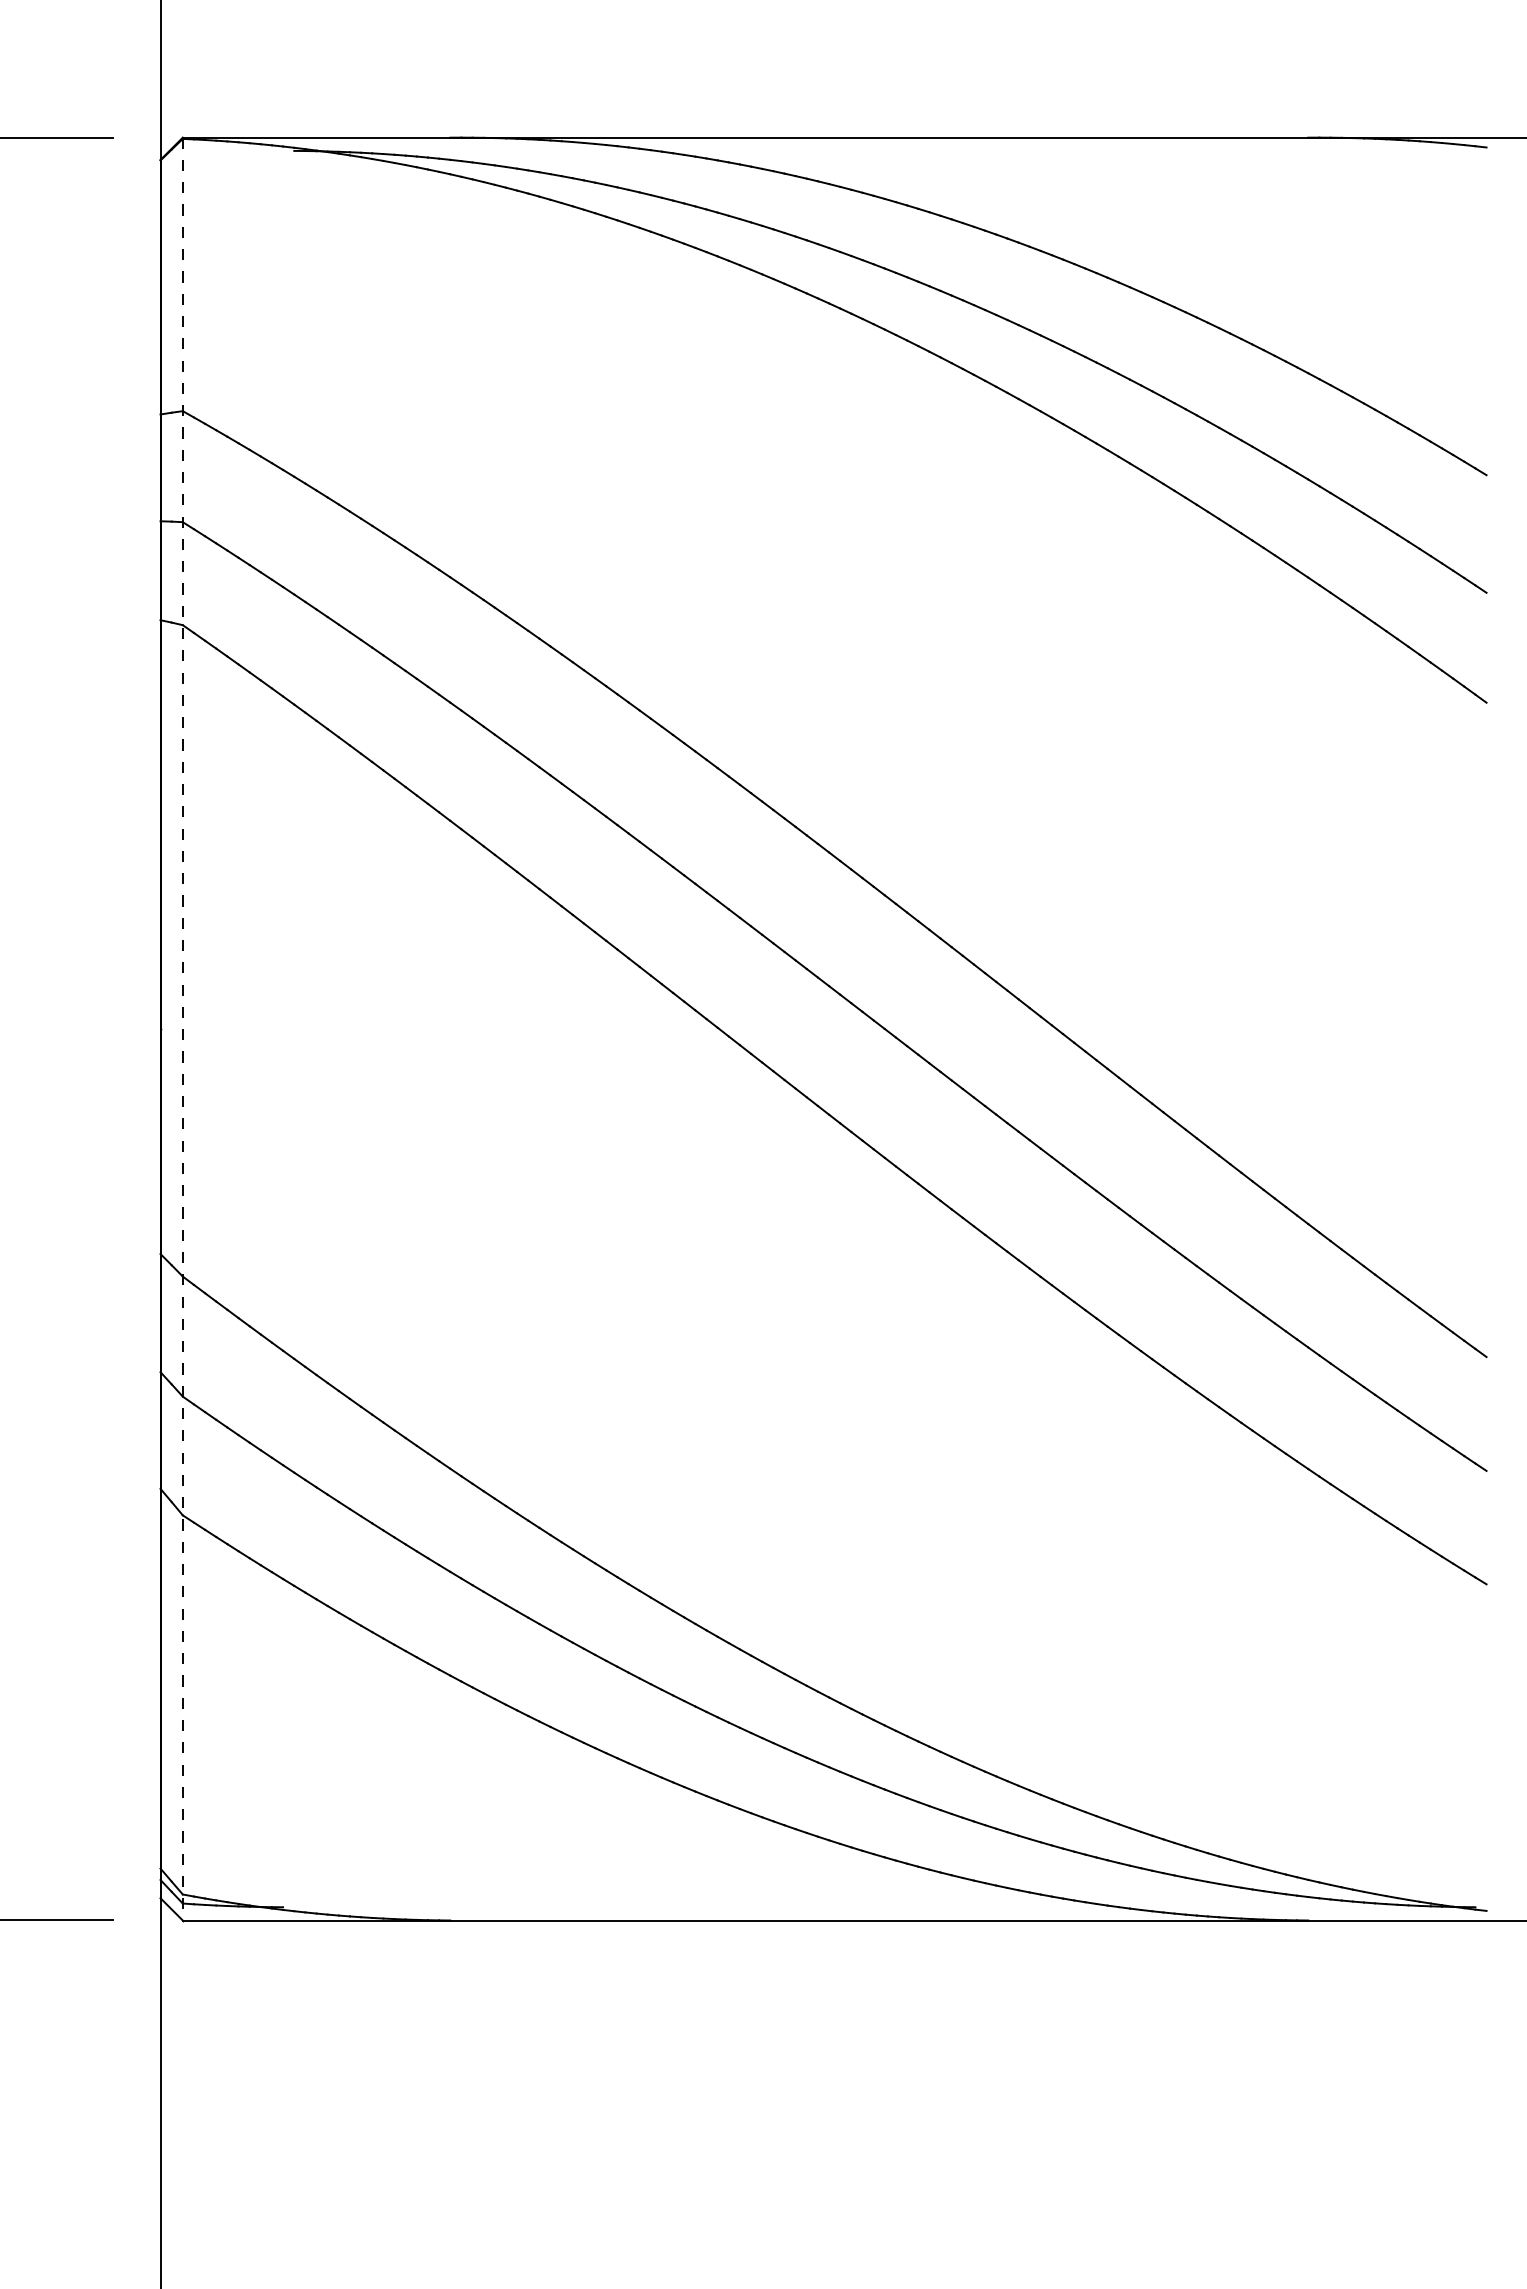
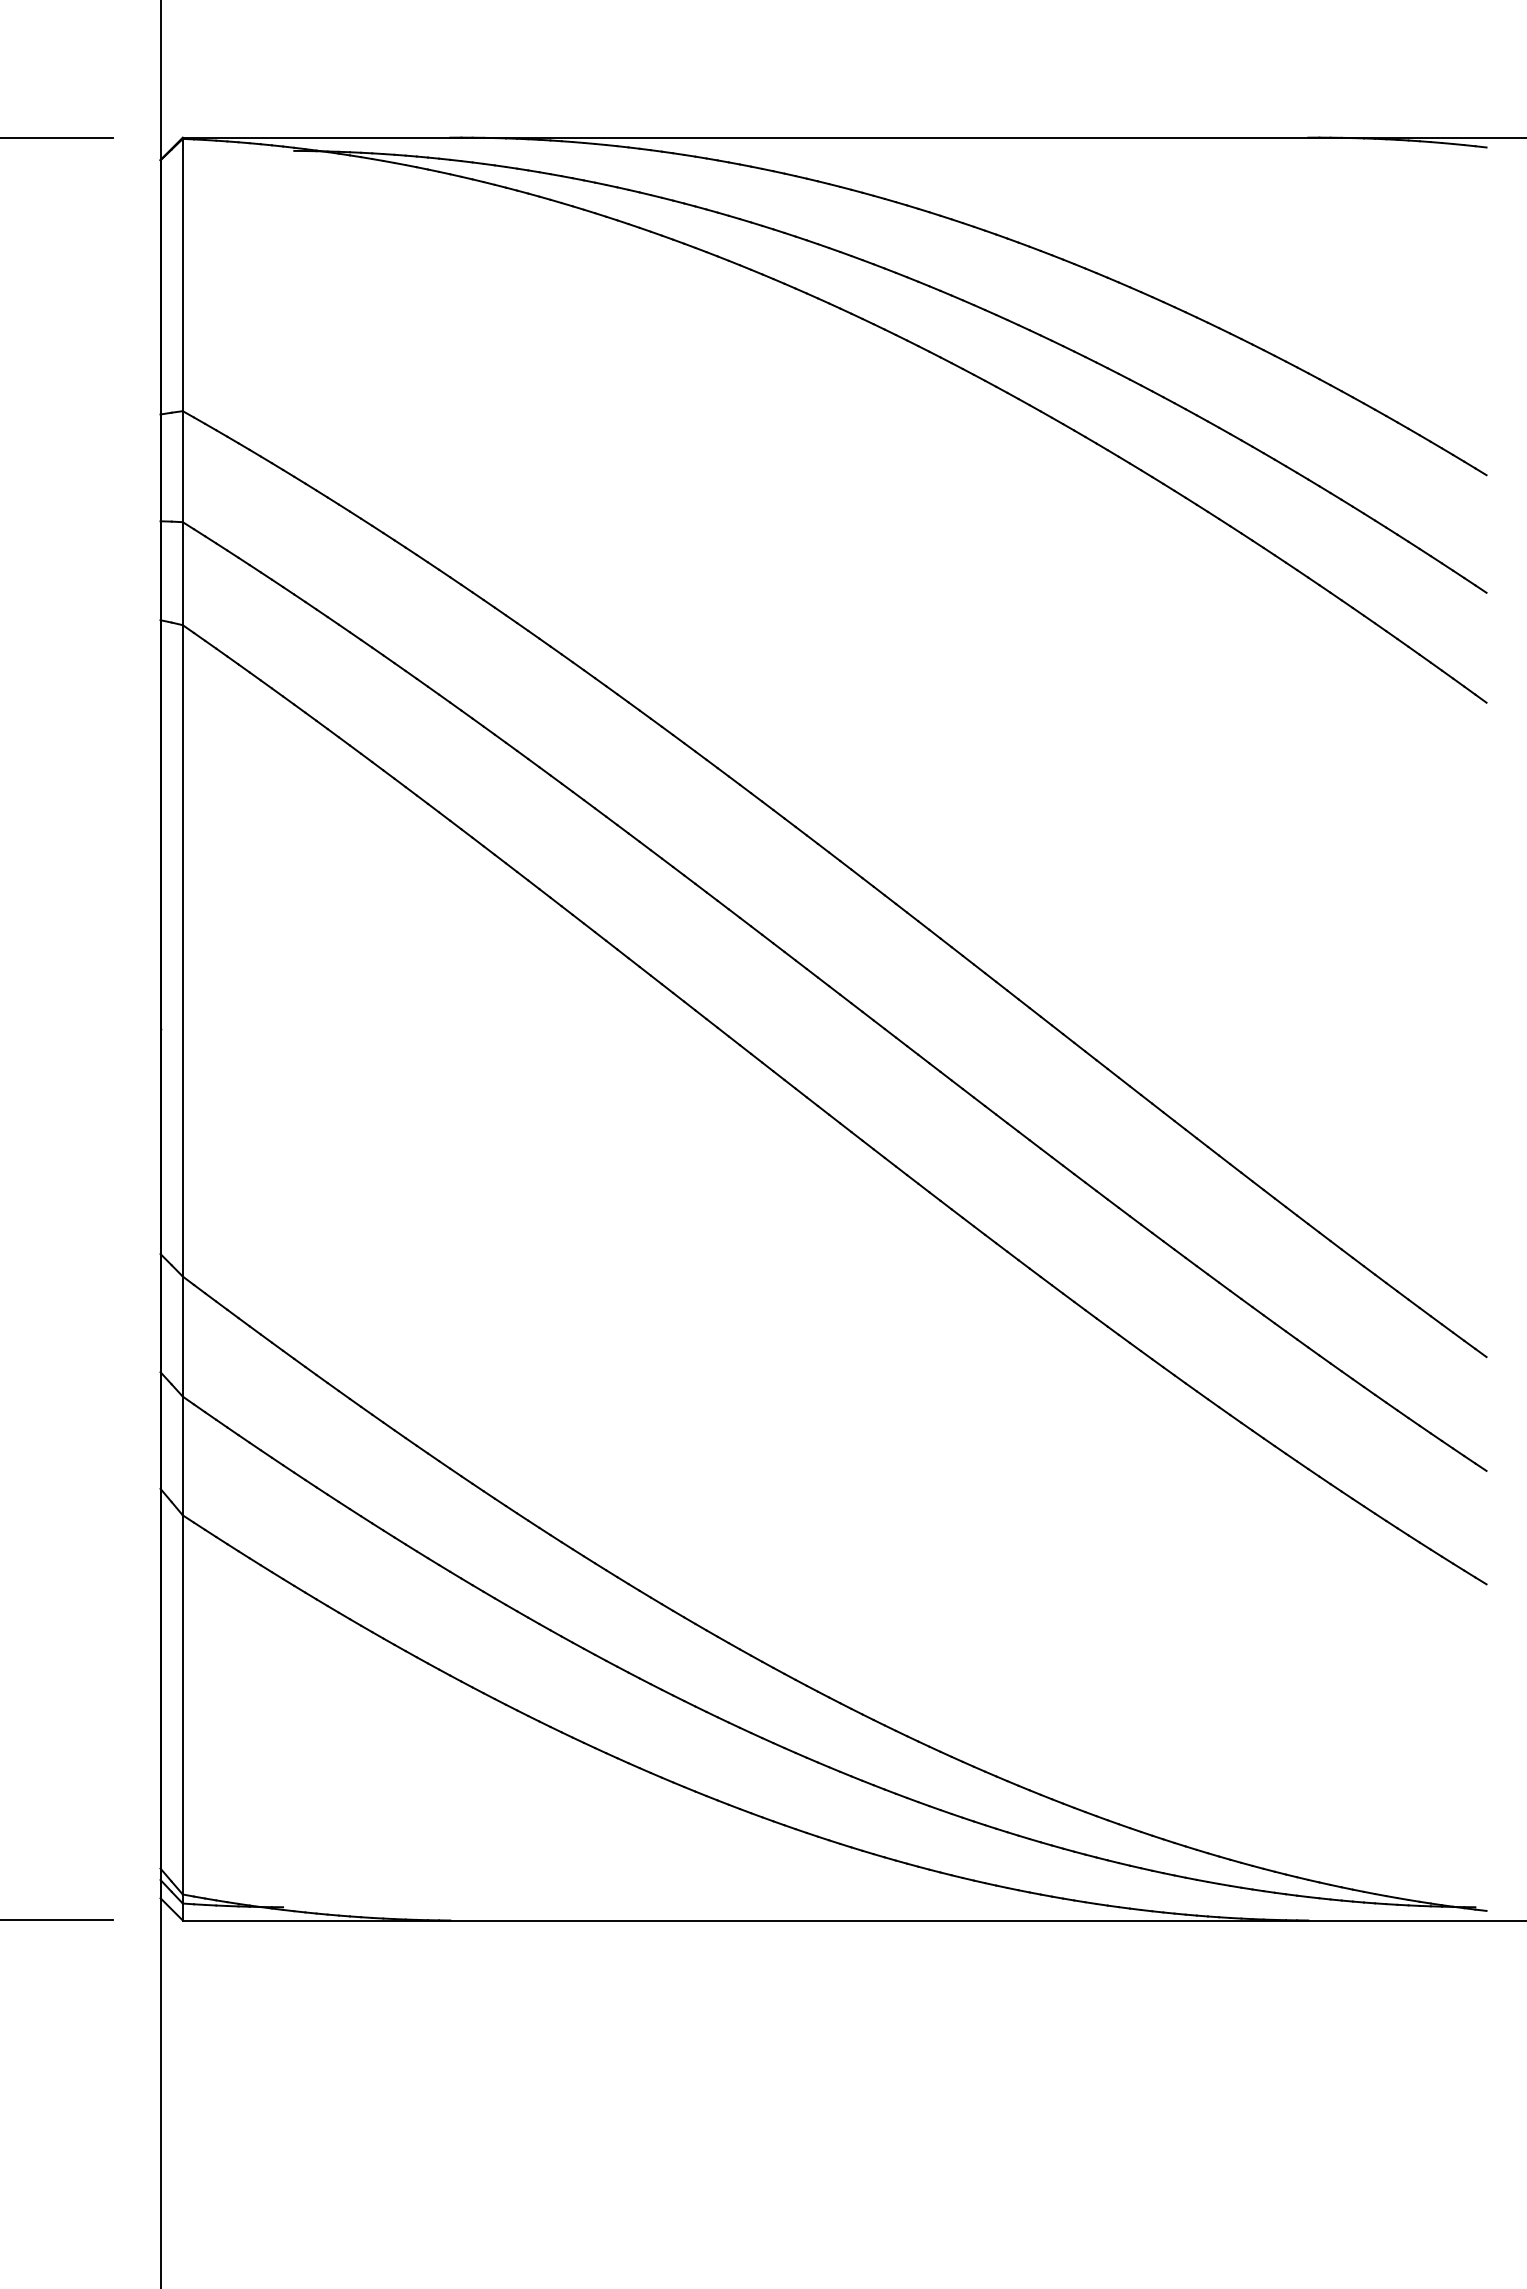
line at (182, 1029): dashed -> solid
